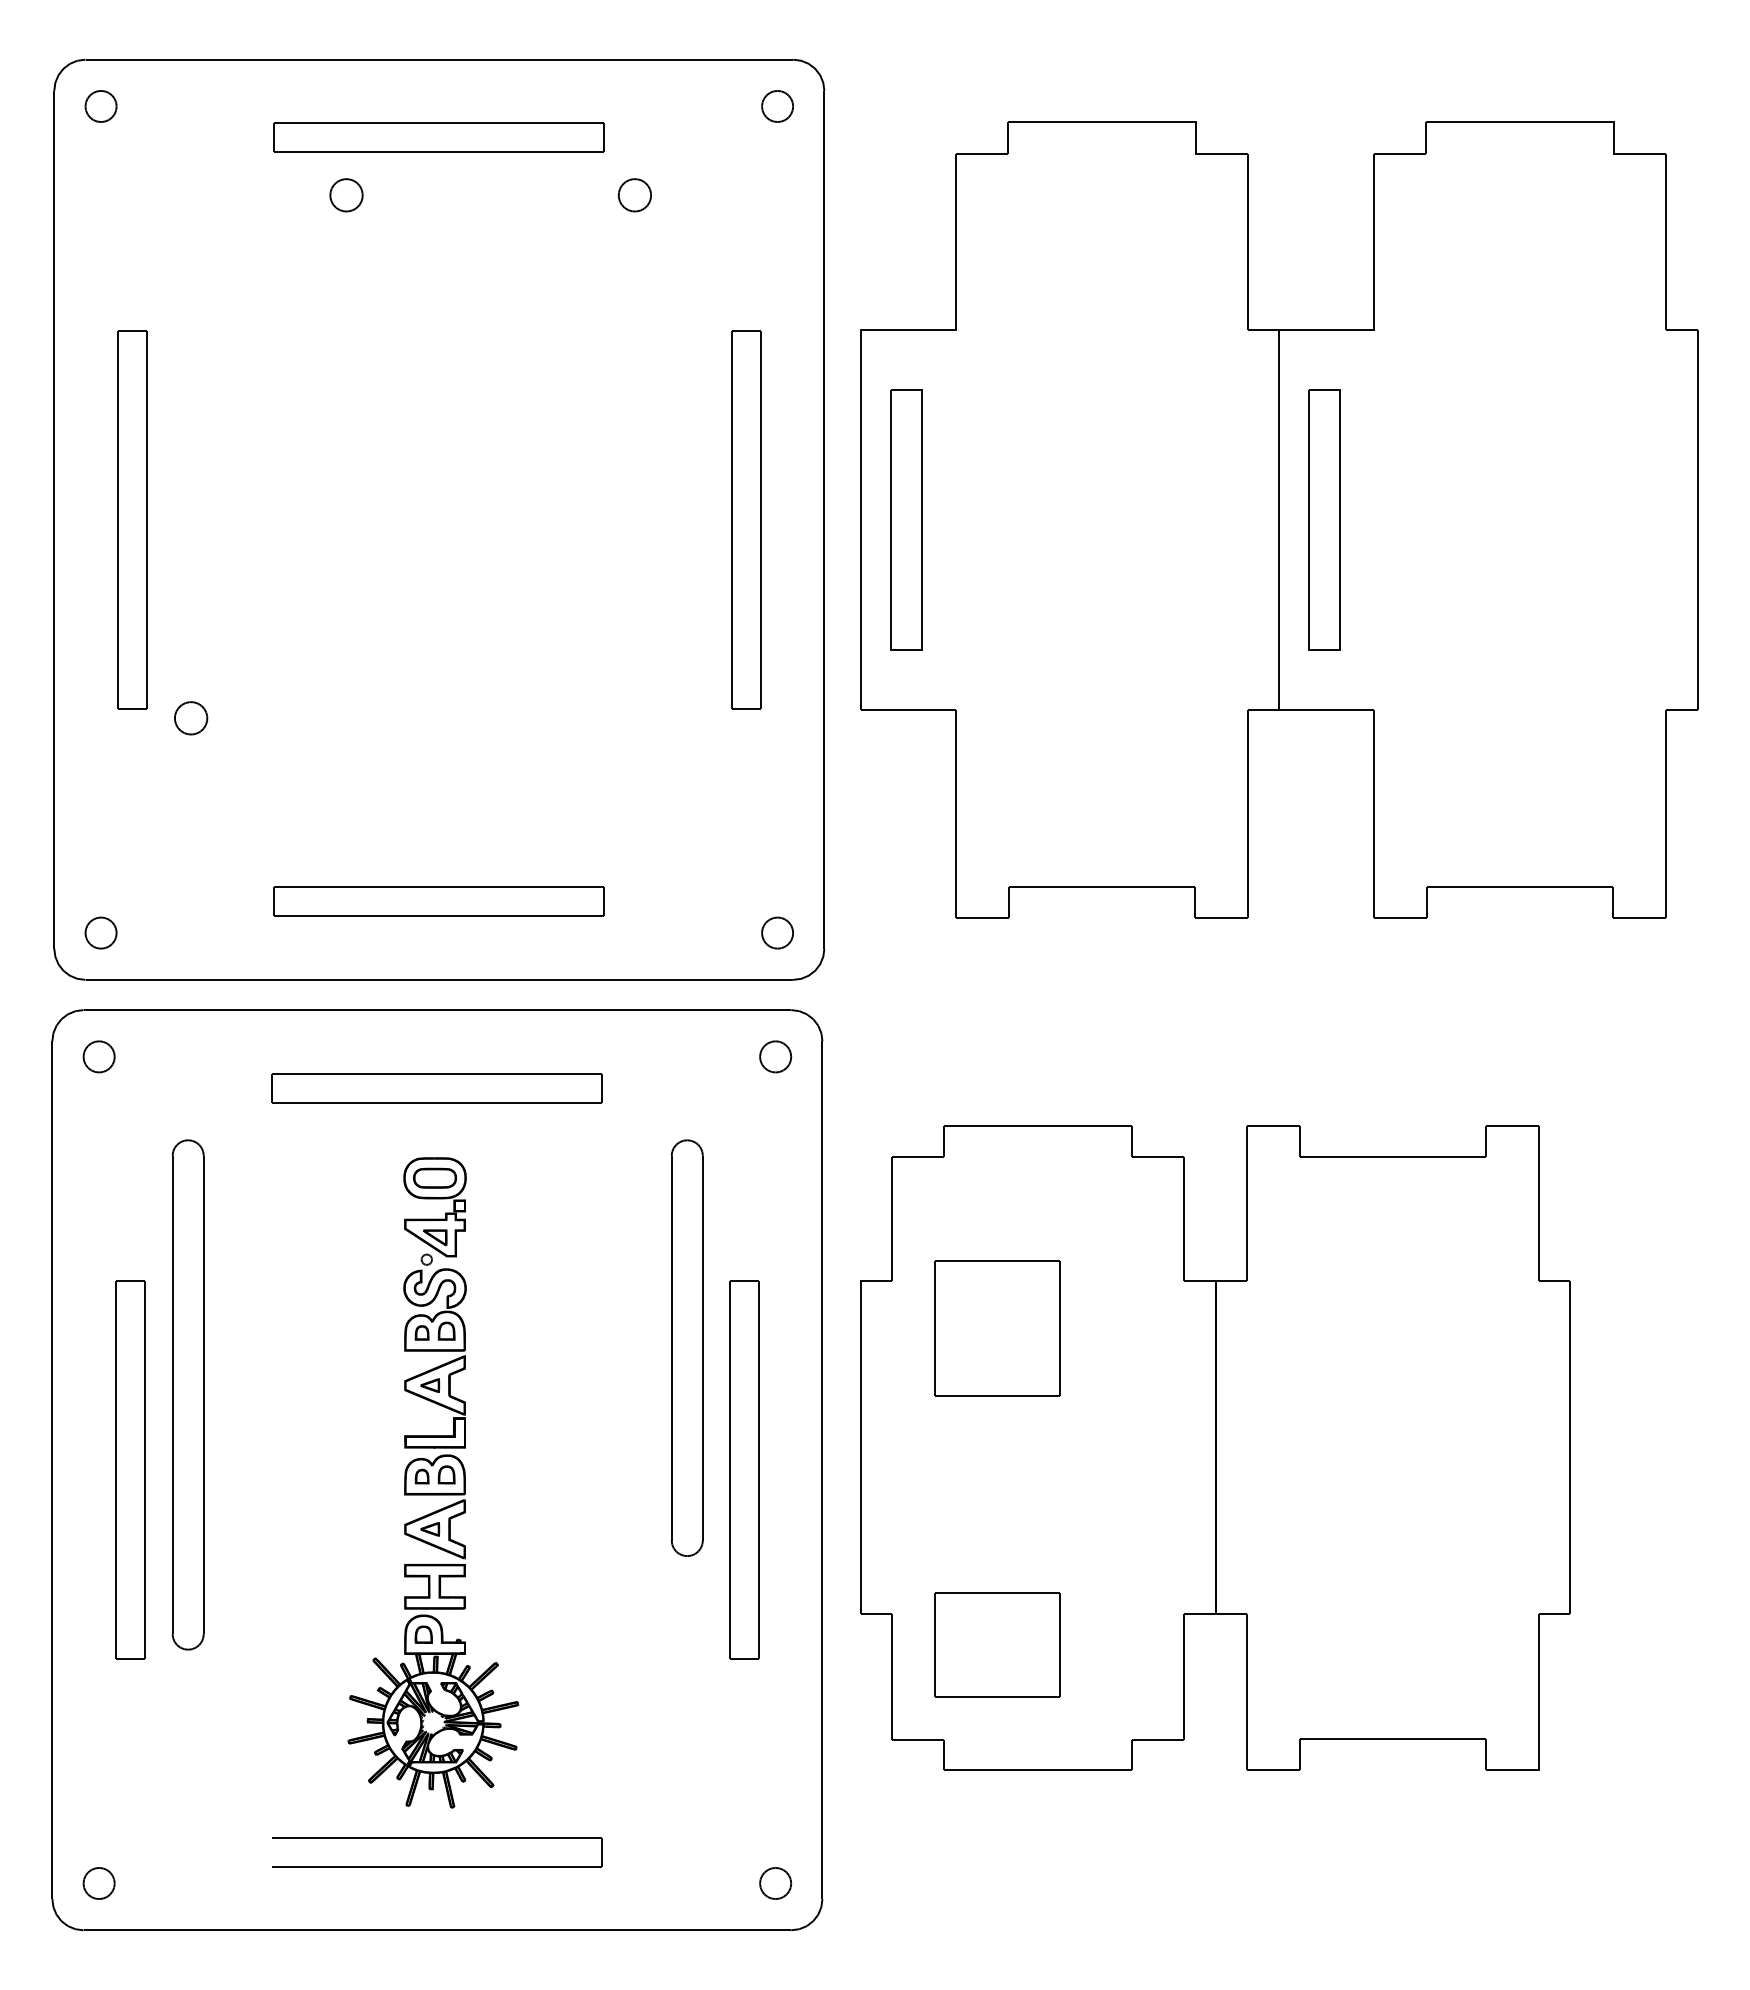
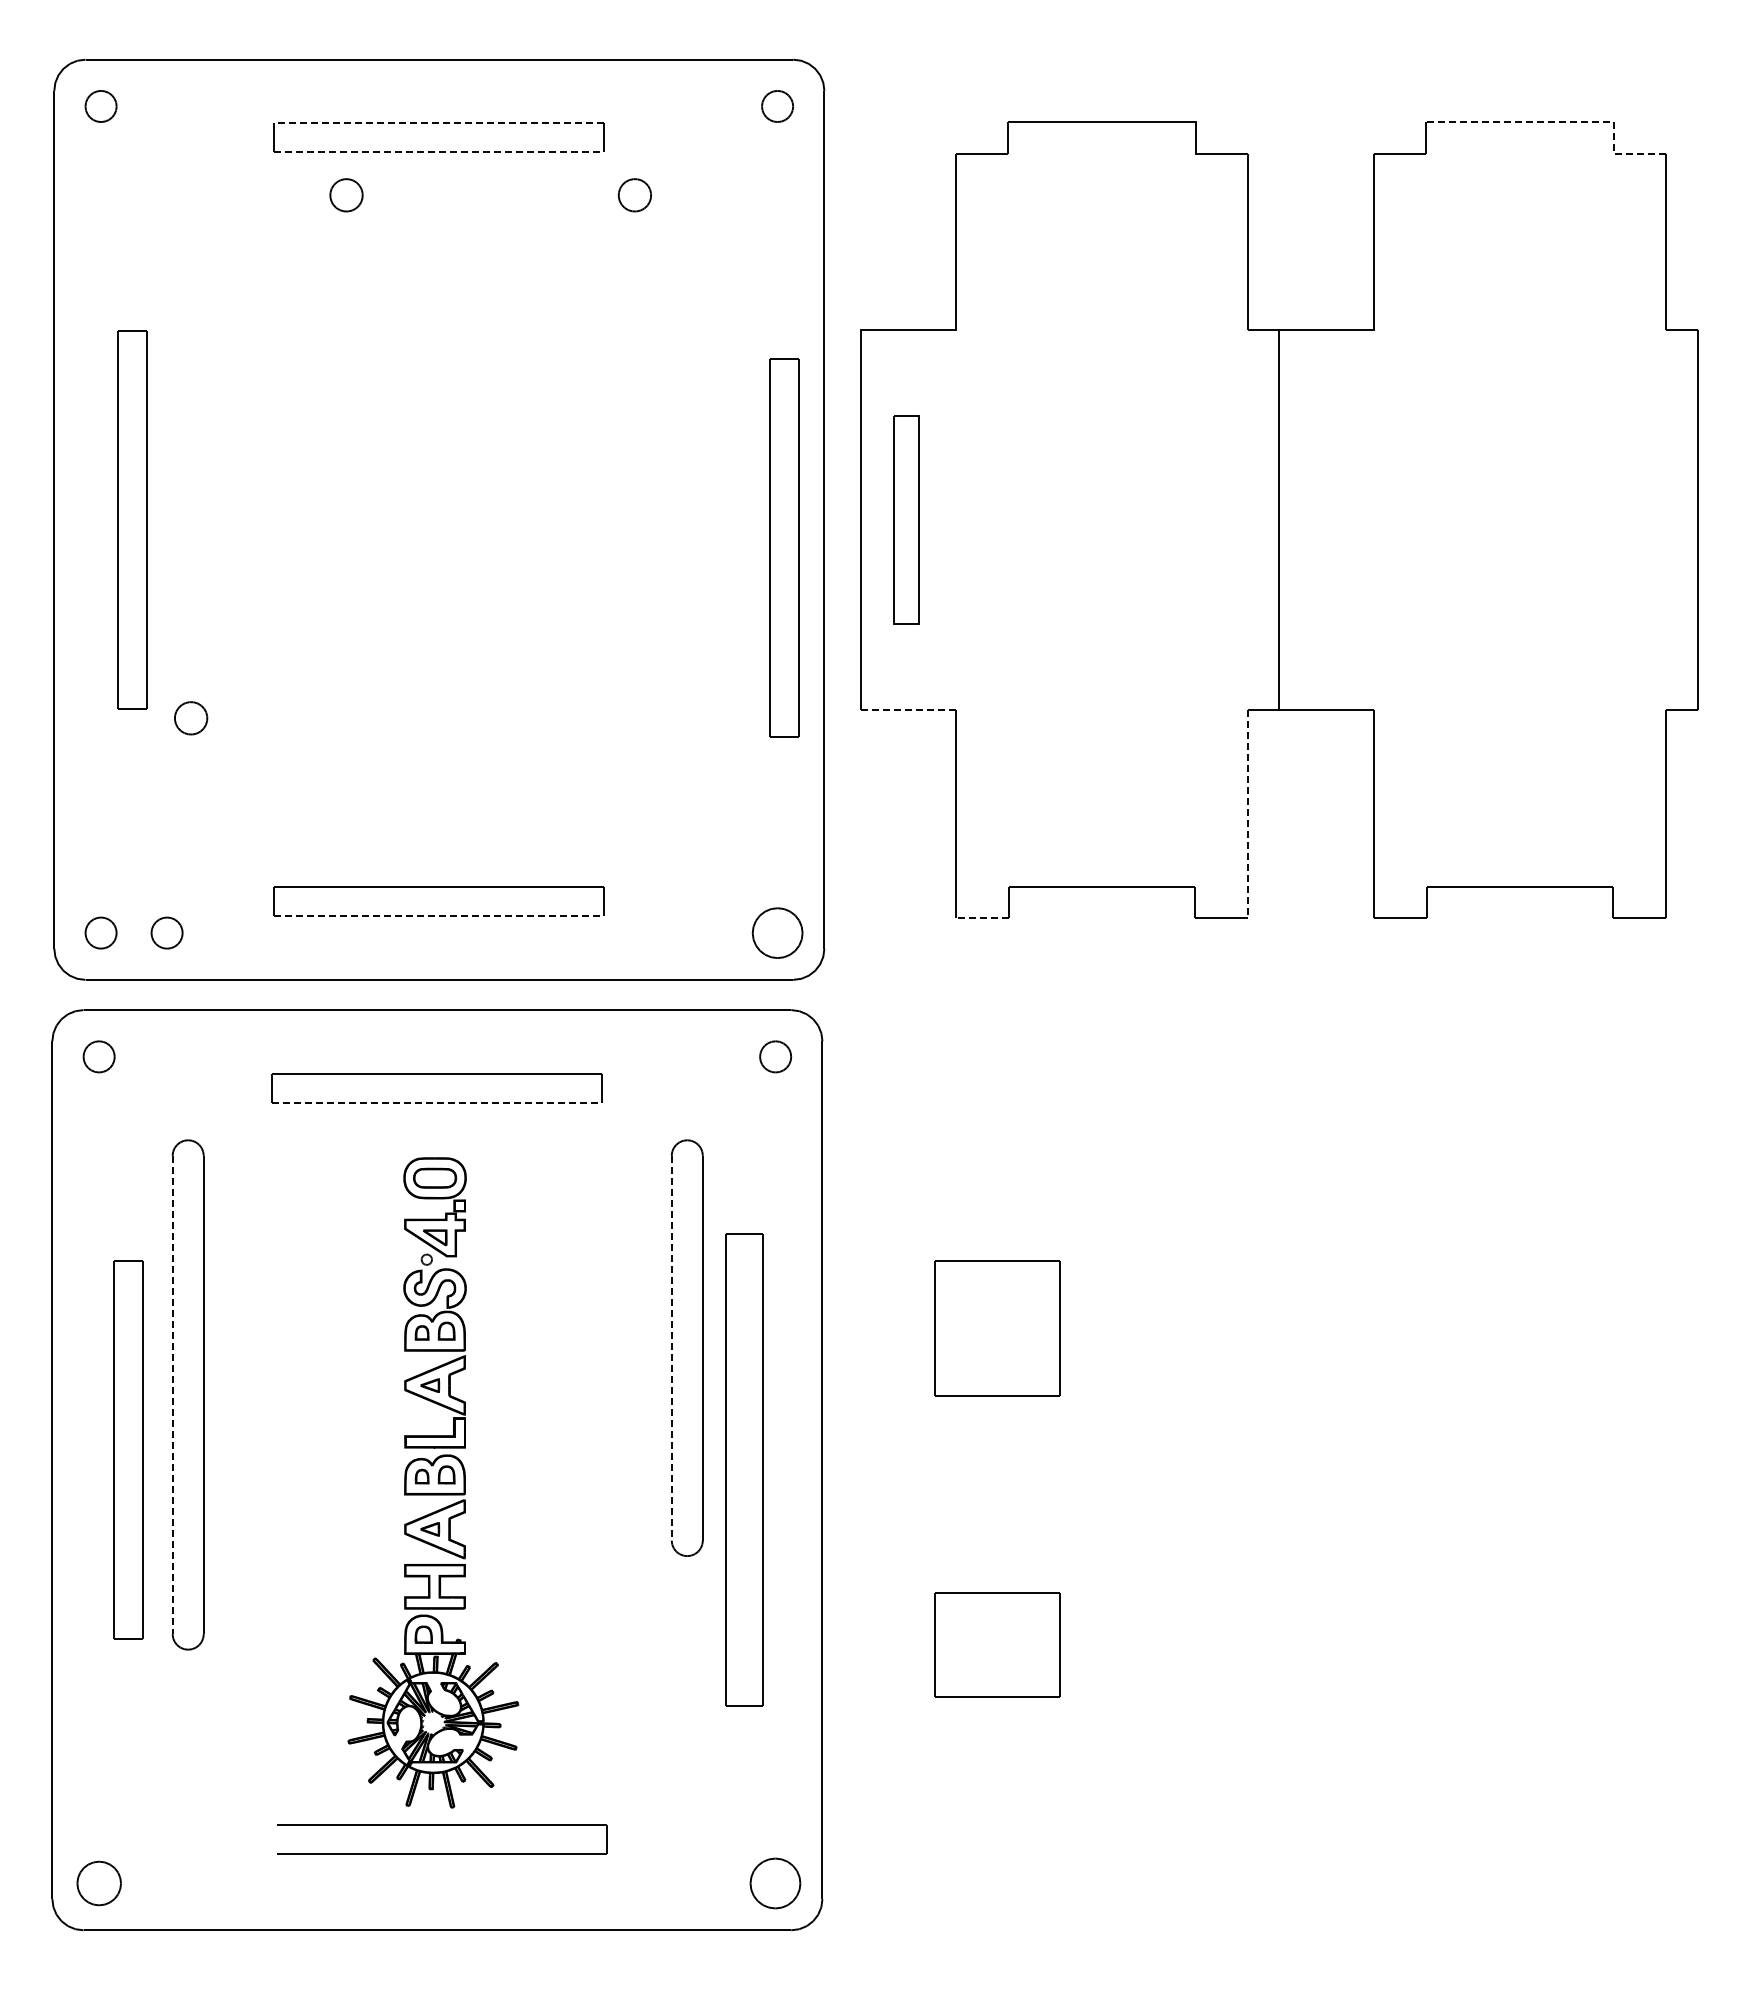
line at (1562, 122): solid -> dashed
line at (438, 123): solid -> dashed
line at (439, 152): solid -> dashed
part at (746, 519) position: (746, 519) -> (784, 547)
part at (906, 519) size: 33x262 px -> 27x210 px
part at (1324, 519): present -> none
line at (908, 709): solid -> dashed
line at (1248, 813): solid -> dashed
line at (439, 916): solid -> dashed
line at (982, 917): solid -> dashed
part at (166, 932): none -> present
part at (777, 932) size: 33x34 px -> 53x52 px
line at (437, 1102): solid -> dashed
line at (671, 1348): solid -> dashed
line at (172, 1395): solid -> dashed
part at (1215, 1447): present -> none
part at (130, 1469) position: (130, 1469) -> (128, 1449)
part at (744, 1469) size: 31x380 px -> 39x474 px
part at (437, 1838) position: (437, 1838) -> (442, 1825)
part at (98, 1883) size: 34x33 px -> 46x47 px
part at (775, 1883) size: 34x33 px -> 53x53 px
